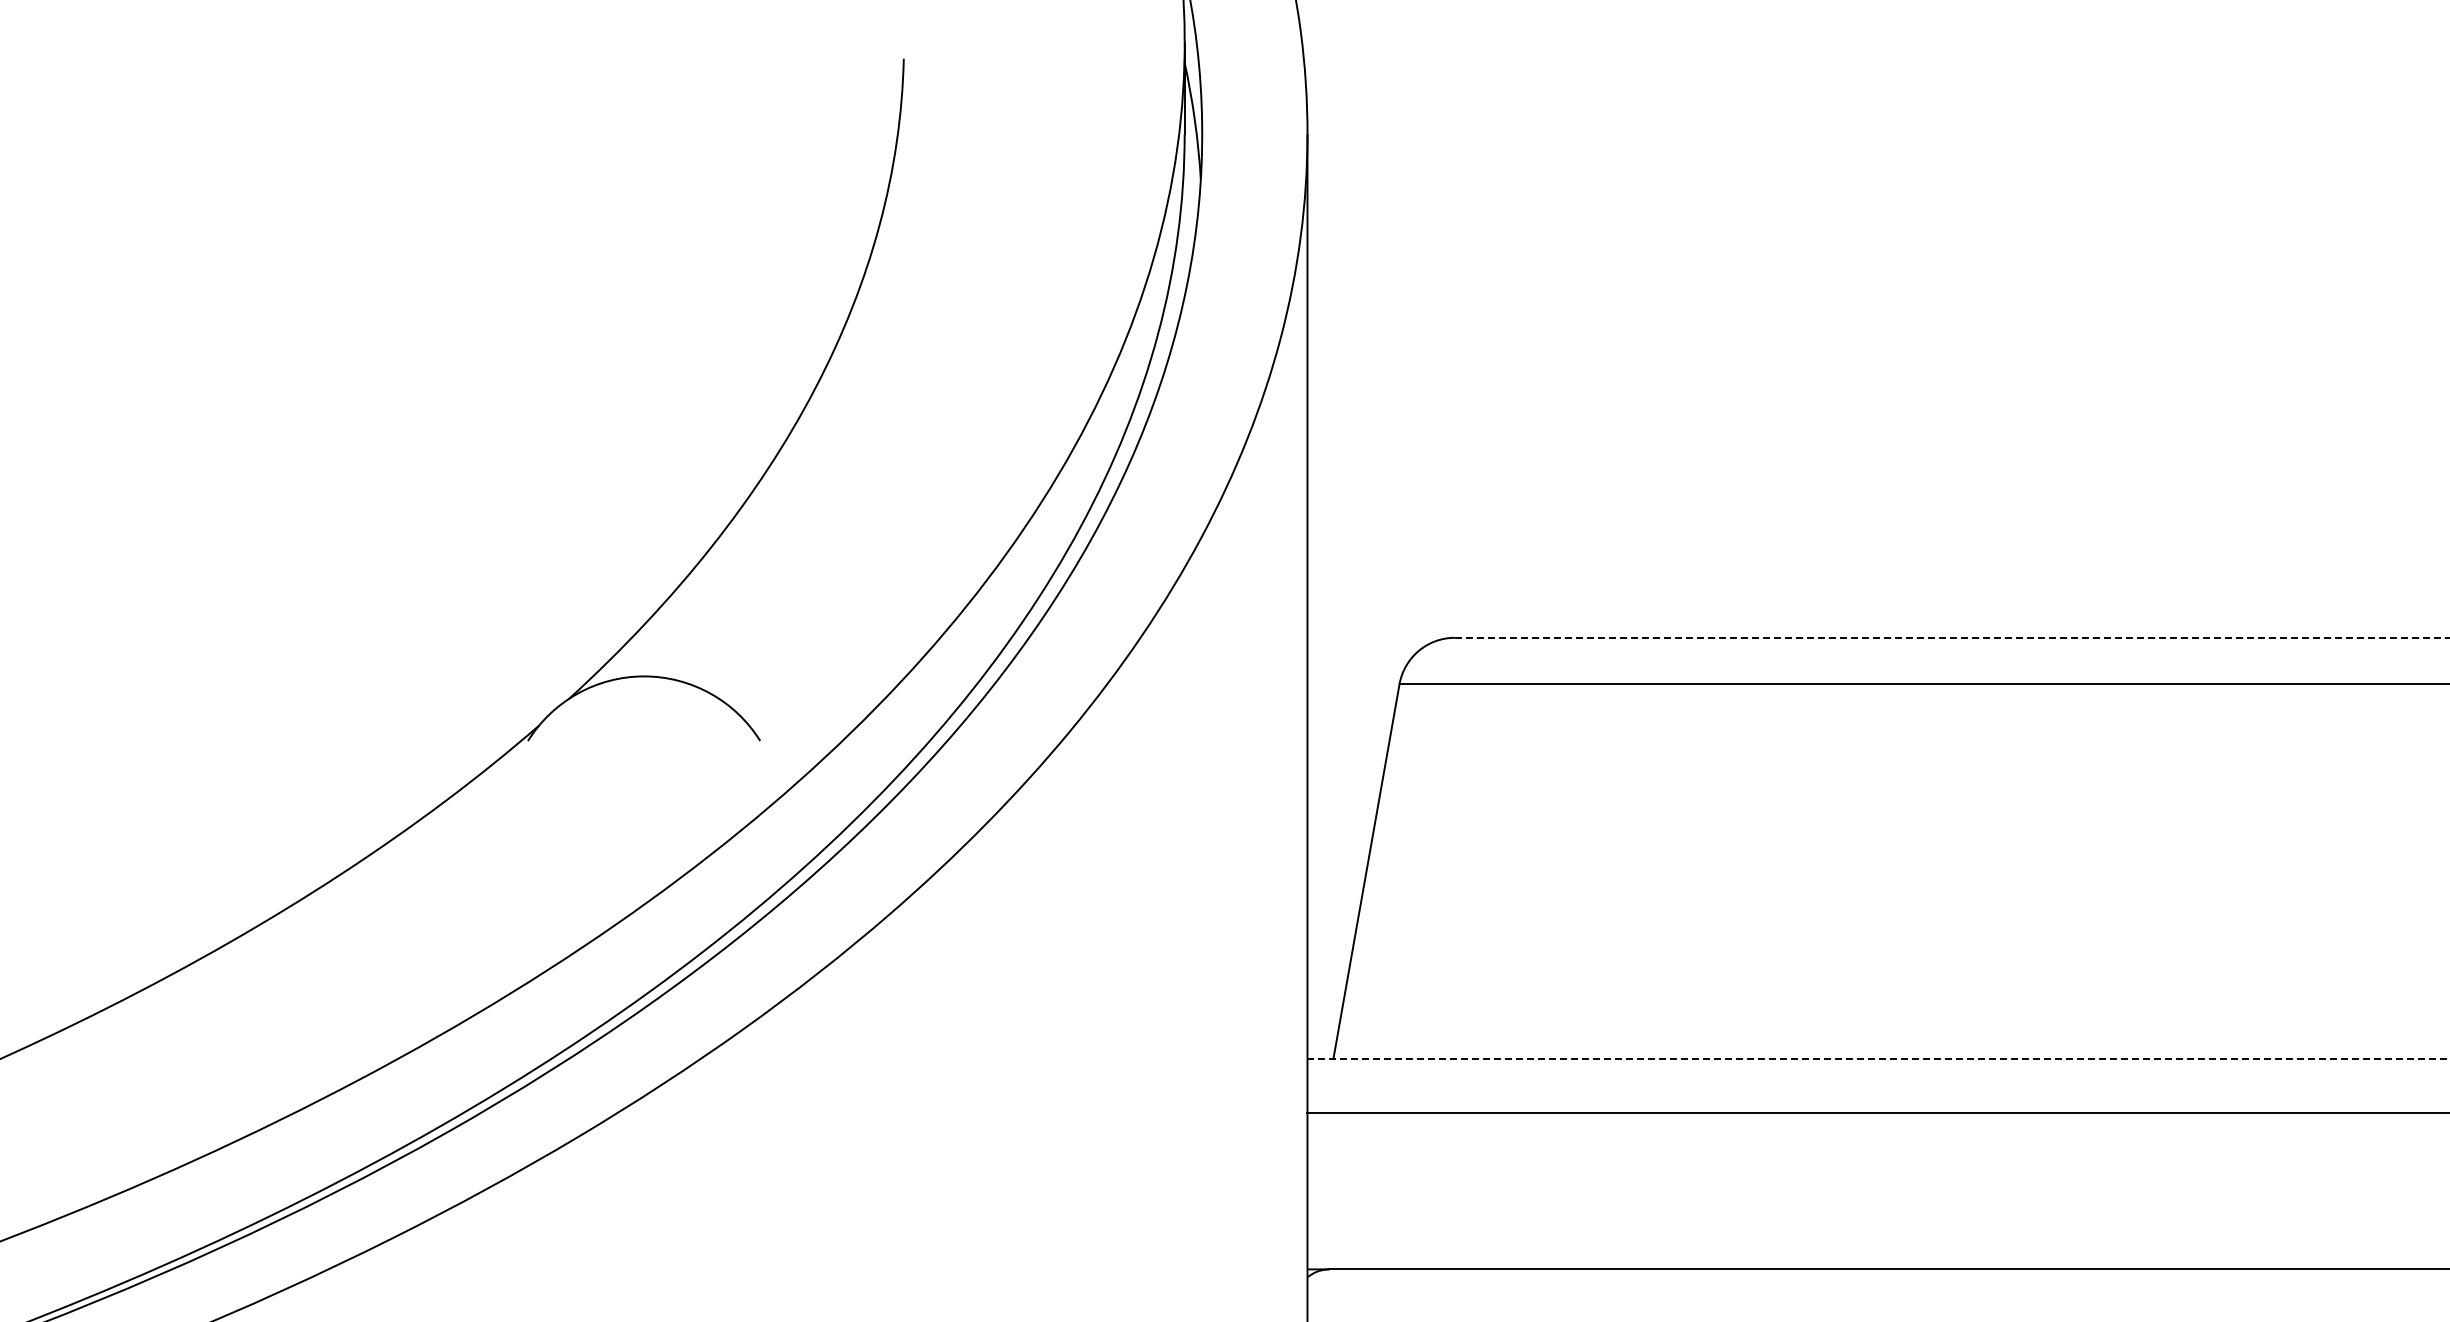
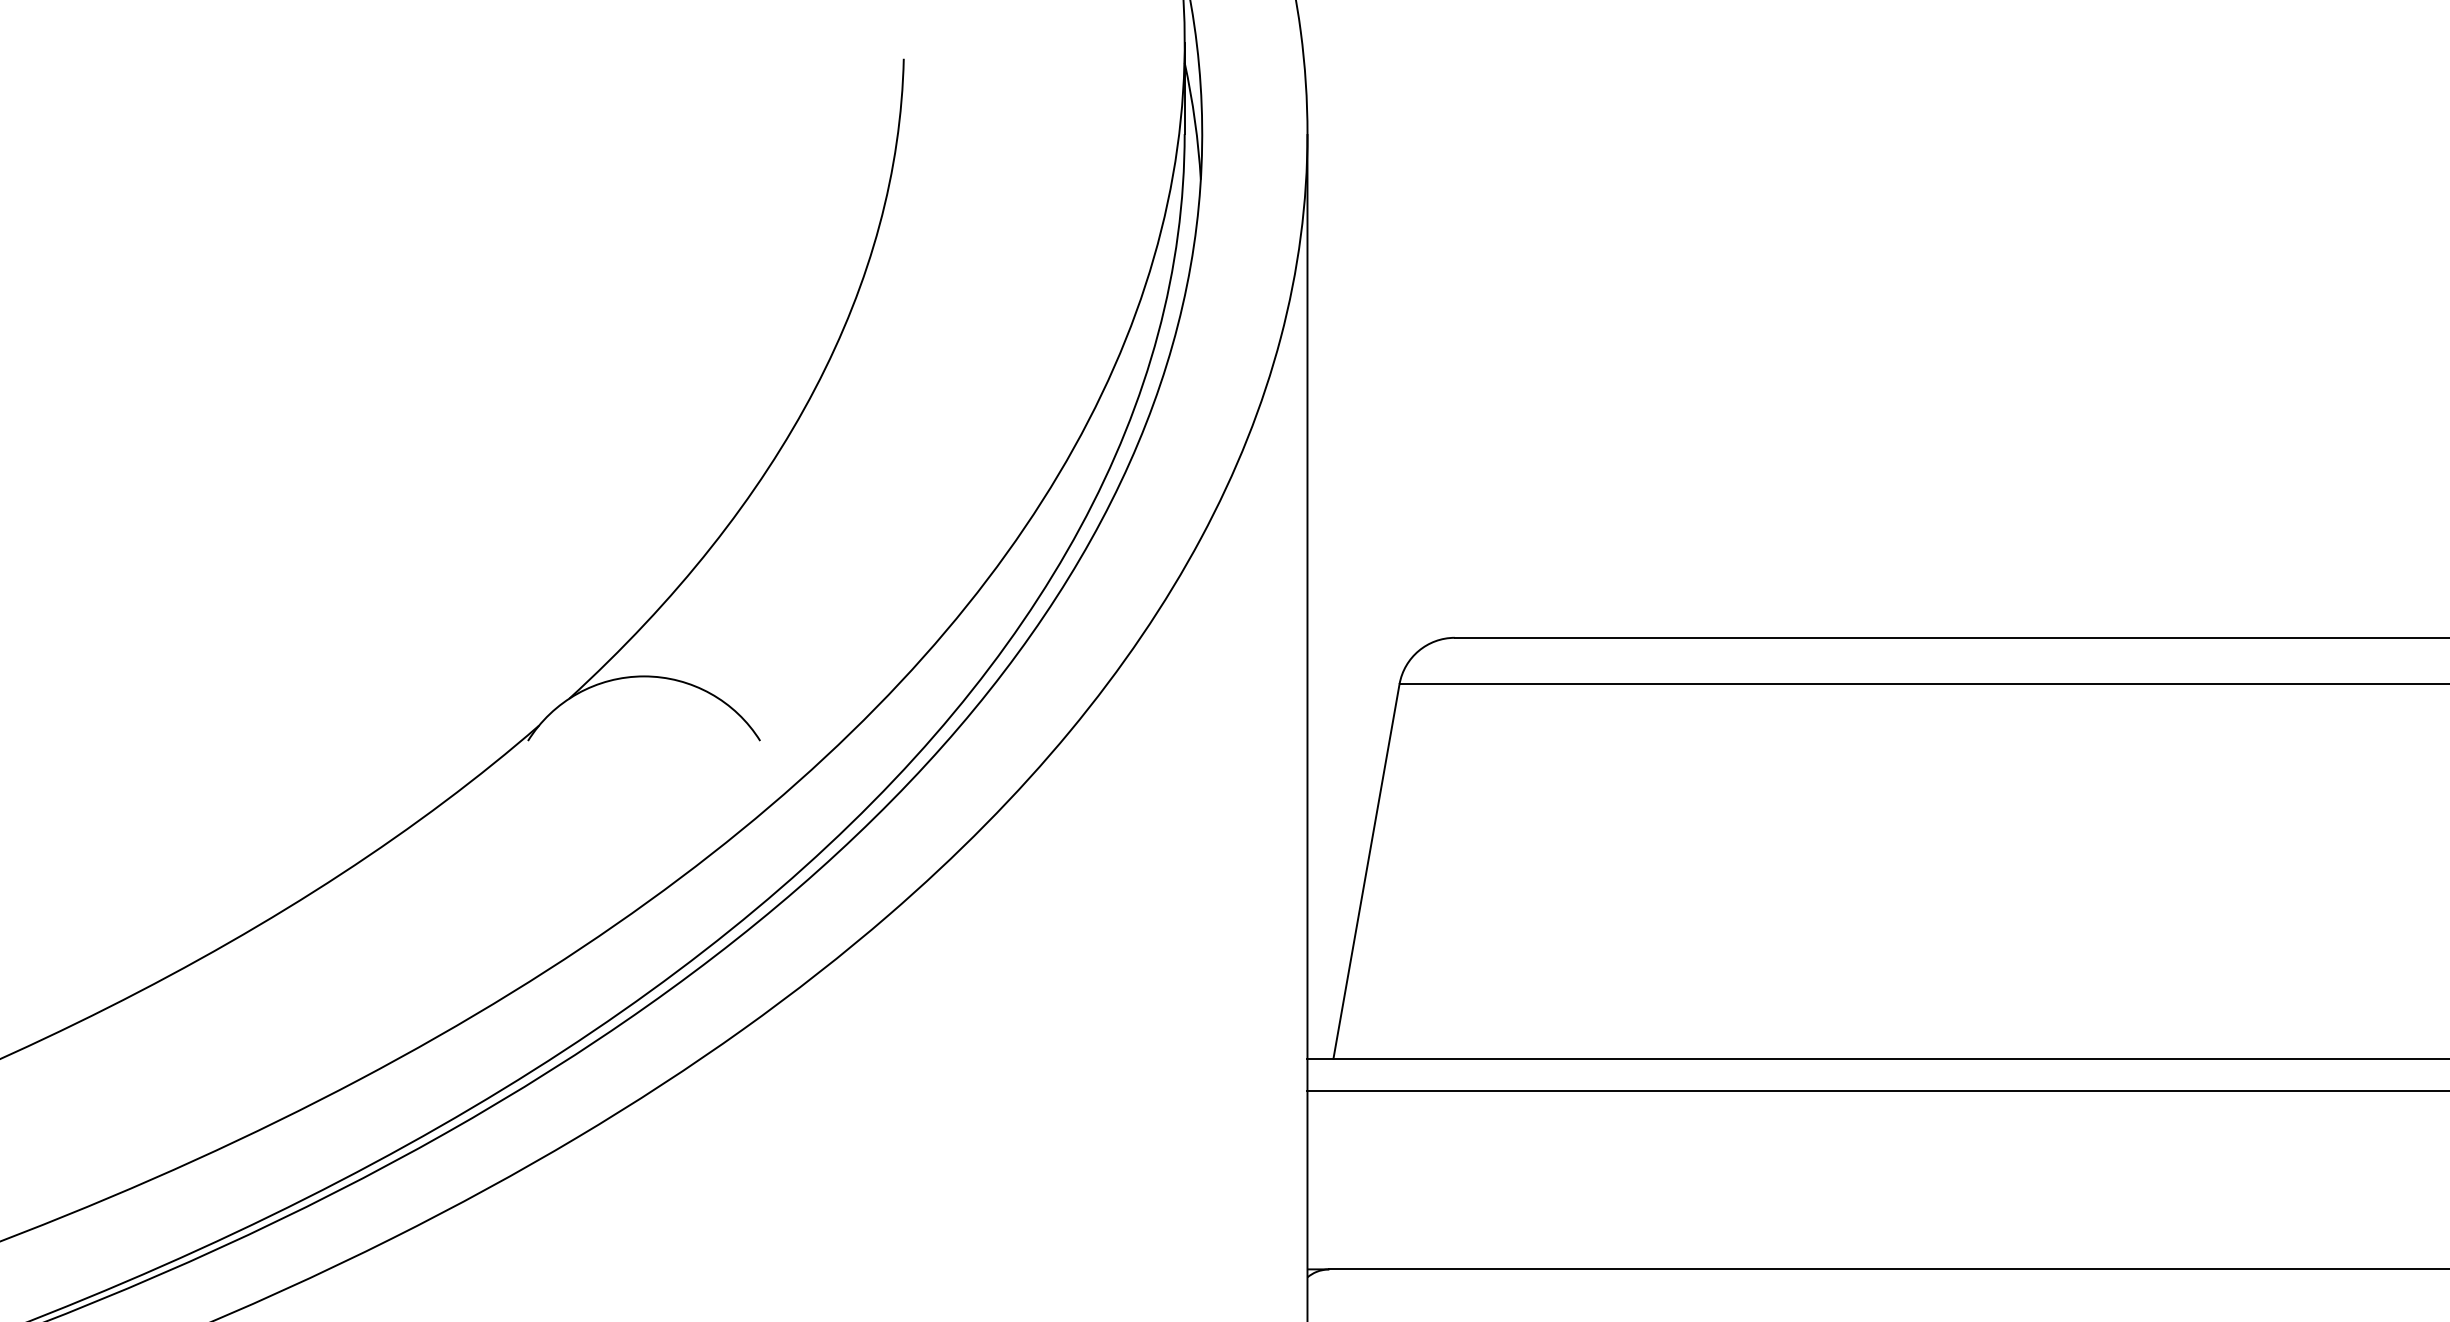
line at (1952, 637): dashed -> solid
line at (1878, 1058): dashed -> solid
line at (1876, 1112) position: (1876, 1112) -> (1876, 1090)
